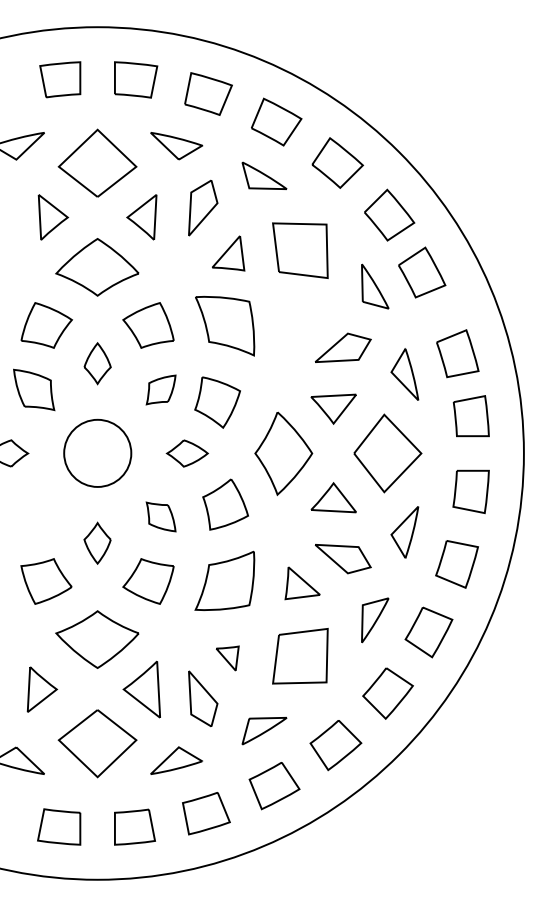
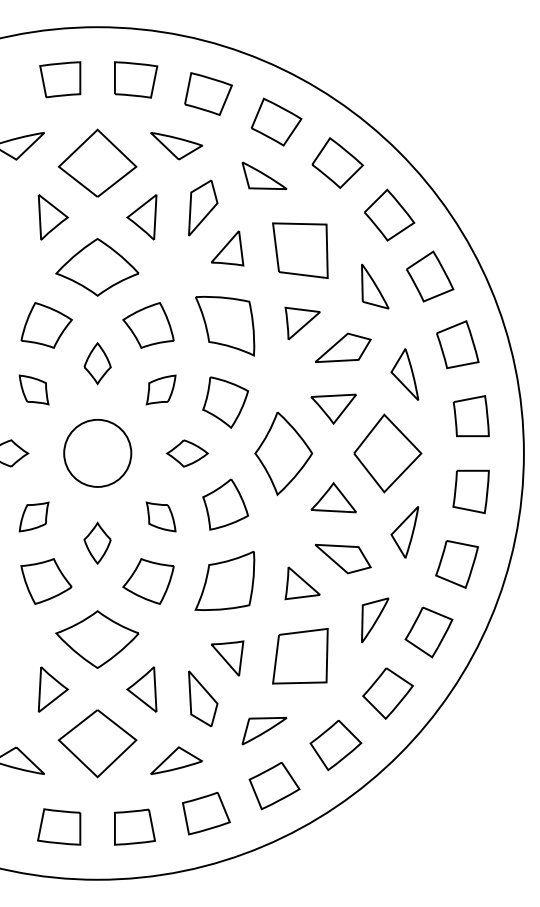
part at (228, 253) position: (228, 253) -> (227, 248)
part at (422, 272) position: (422, 272) -> (430, 276)
part at (302, 323): none -> present
part at (457, 353) position: (457, 353) -> (457, 344)
part at (34, 389) size: 43x44 px -> 32x32 px
part at (217, 402) position: (217, 402) -> (225, 402)
part at (33, 516): none -> present
part at (227, 658) size: 24x27 px -> 34x37 px
part at (42, 689) position: (42, 689) -> (53, 689)
part at (141, 689) size: 39x59 px -> 32x47 px
